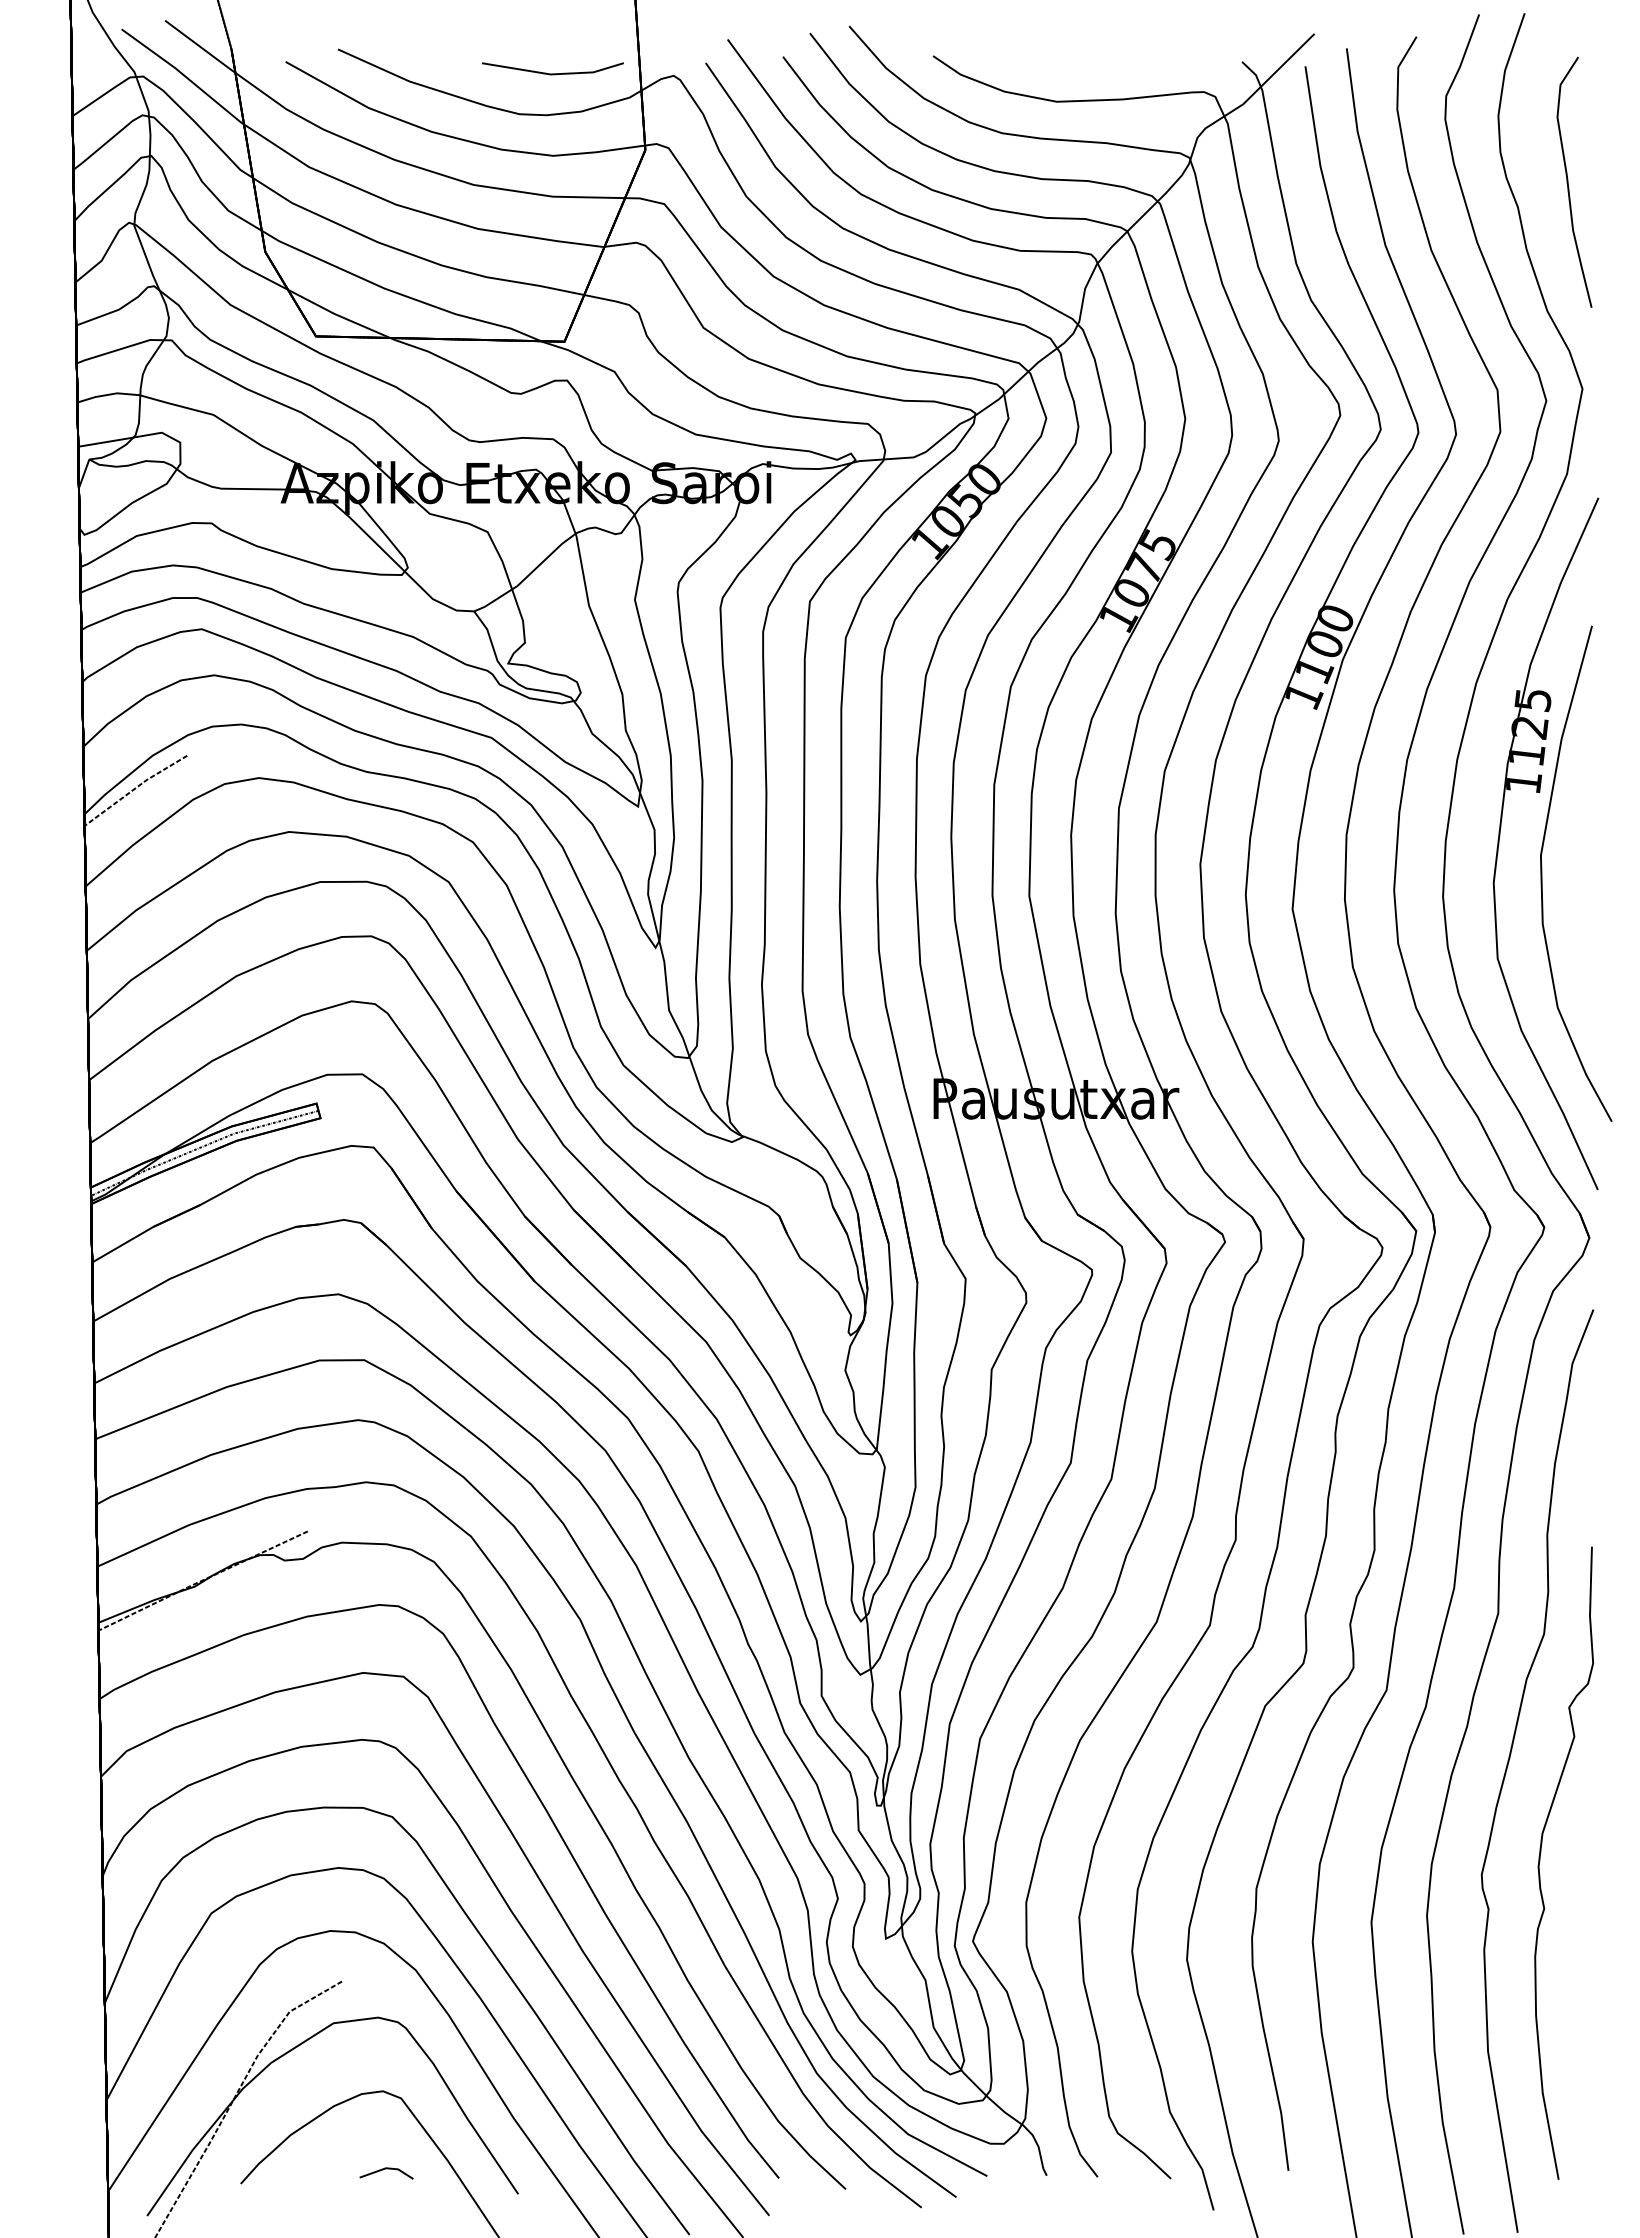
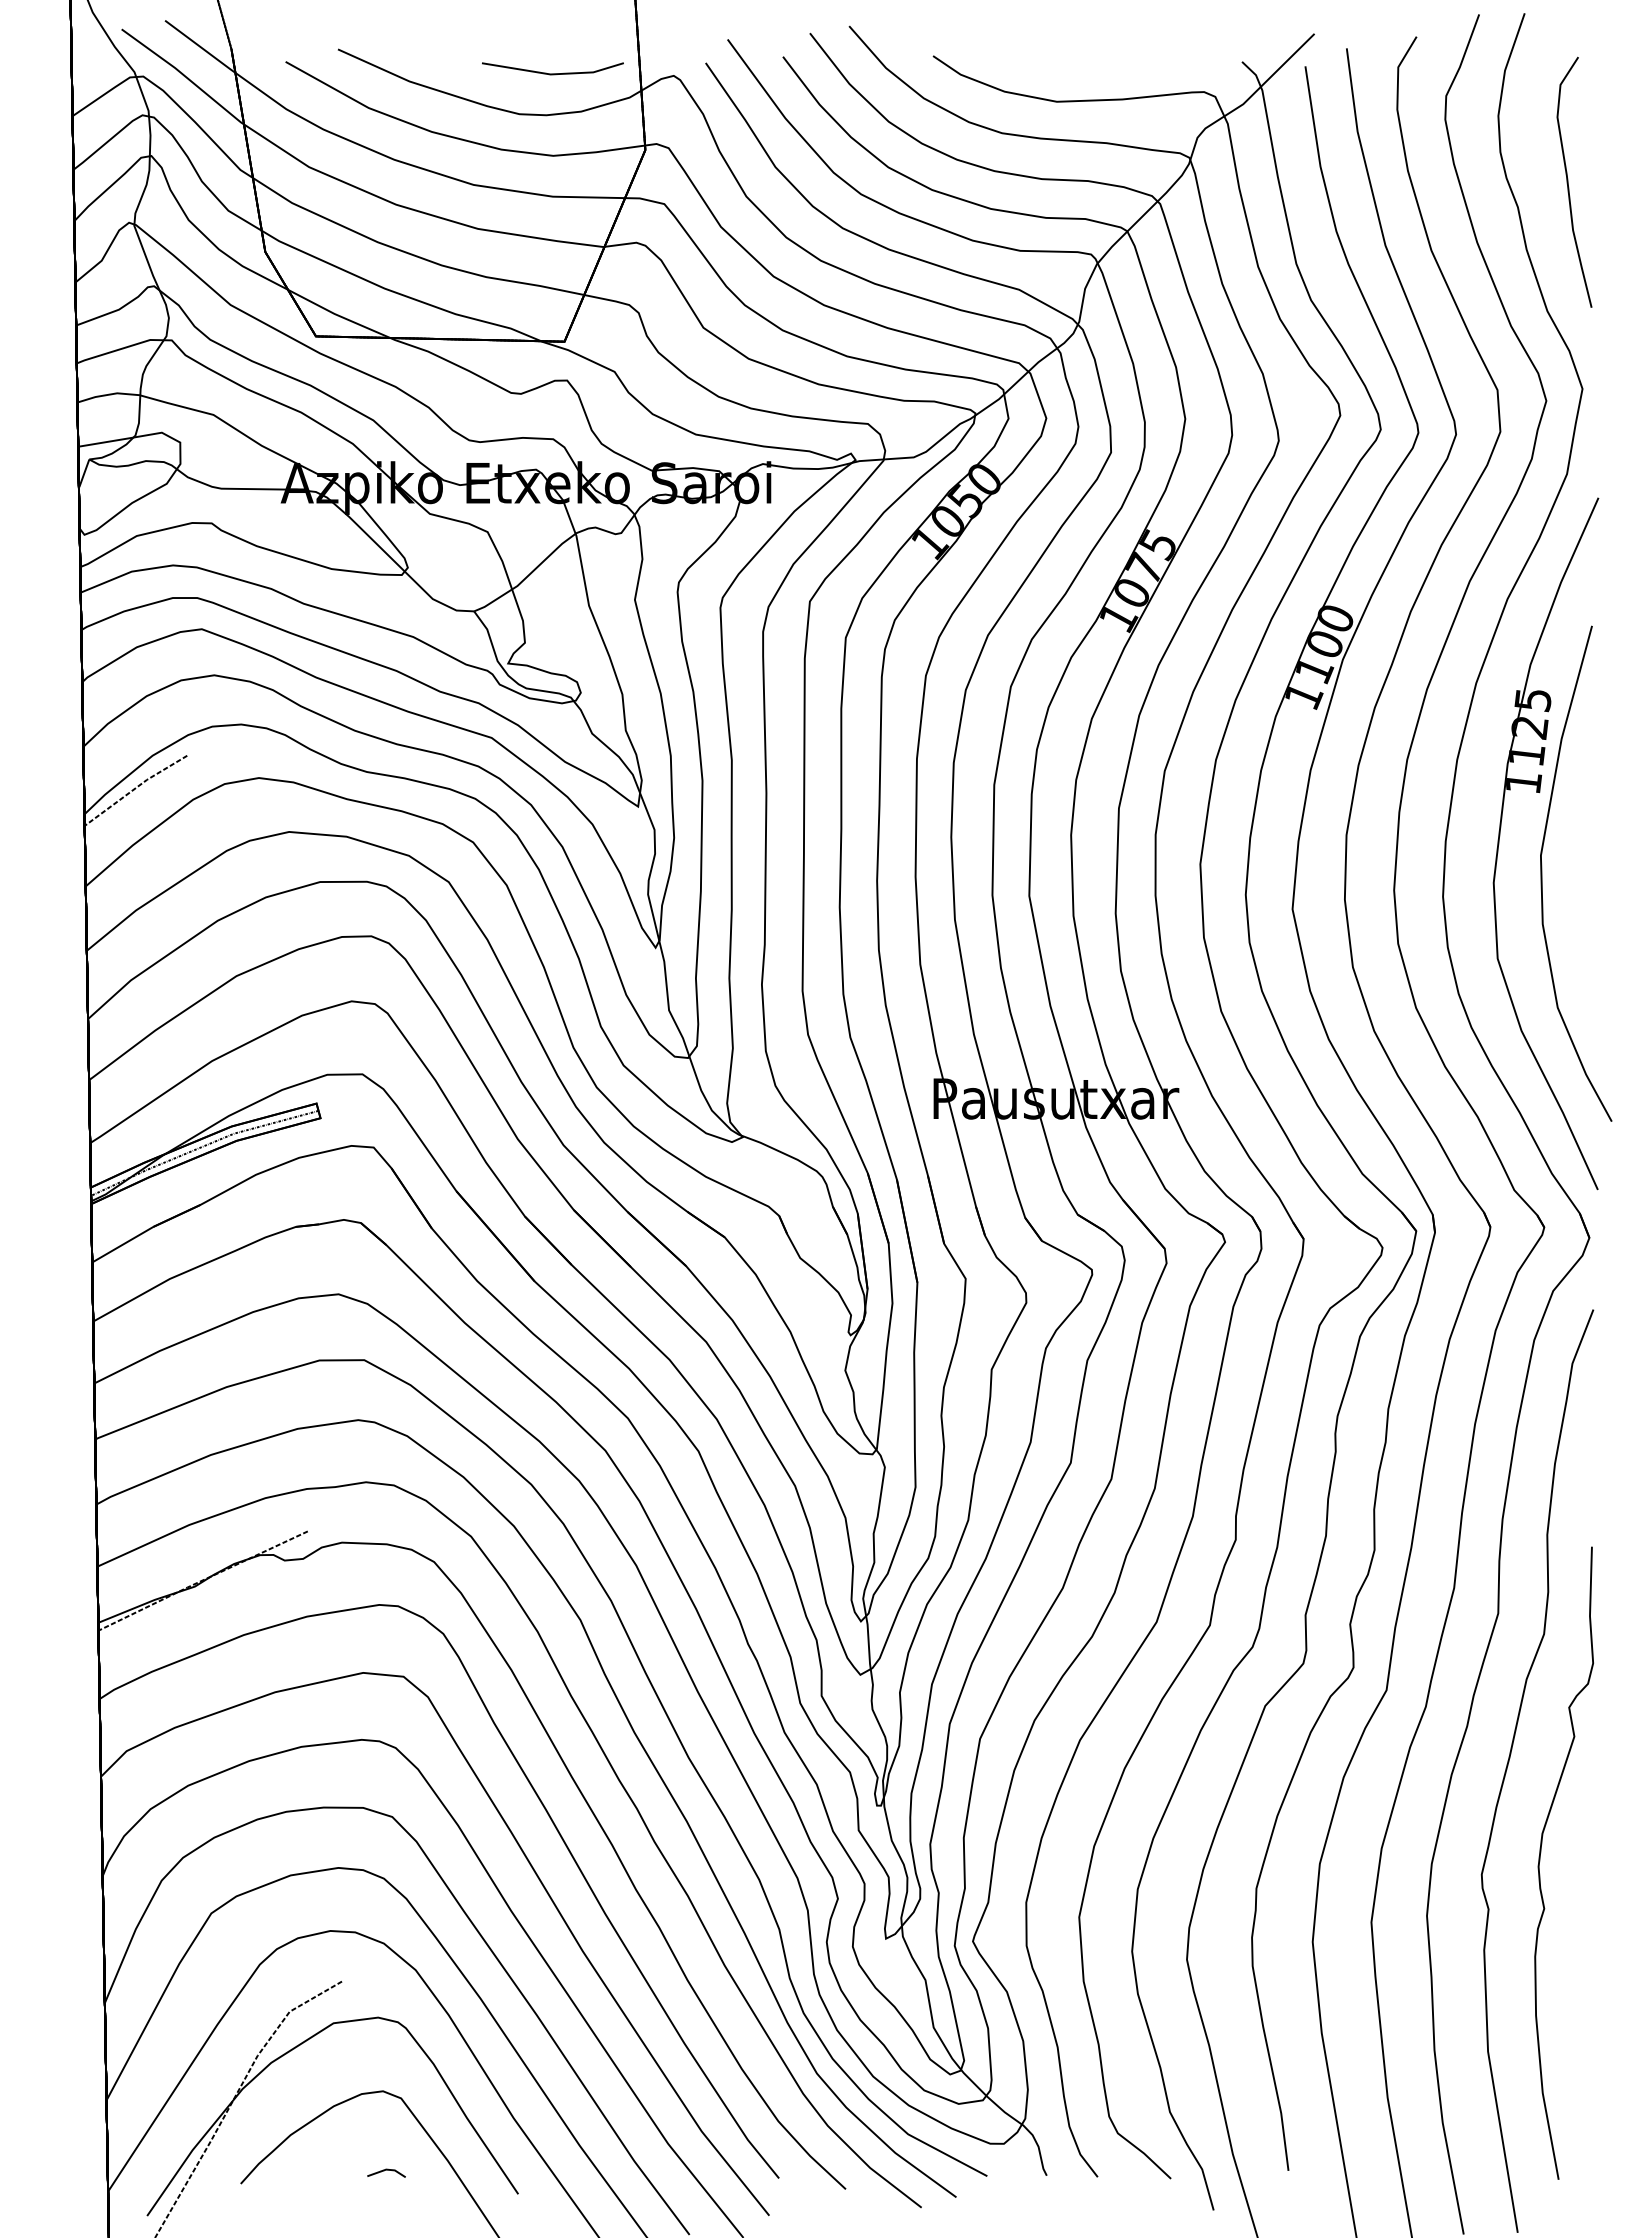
part at (386, 2173) size: 55x13 px -> 39x10 px
